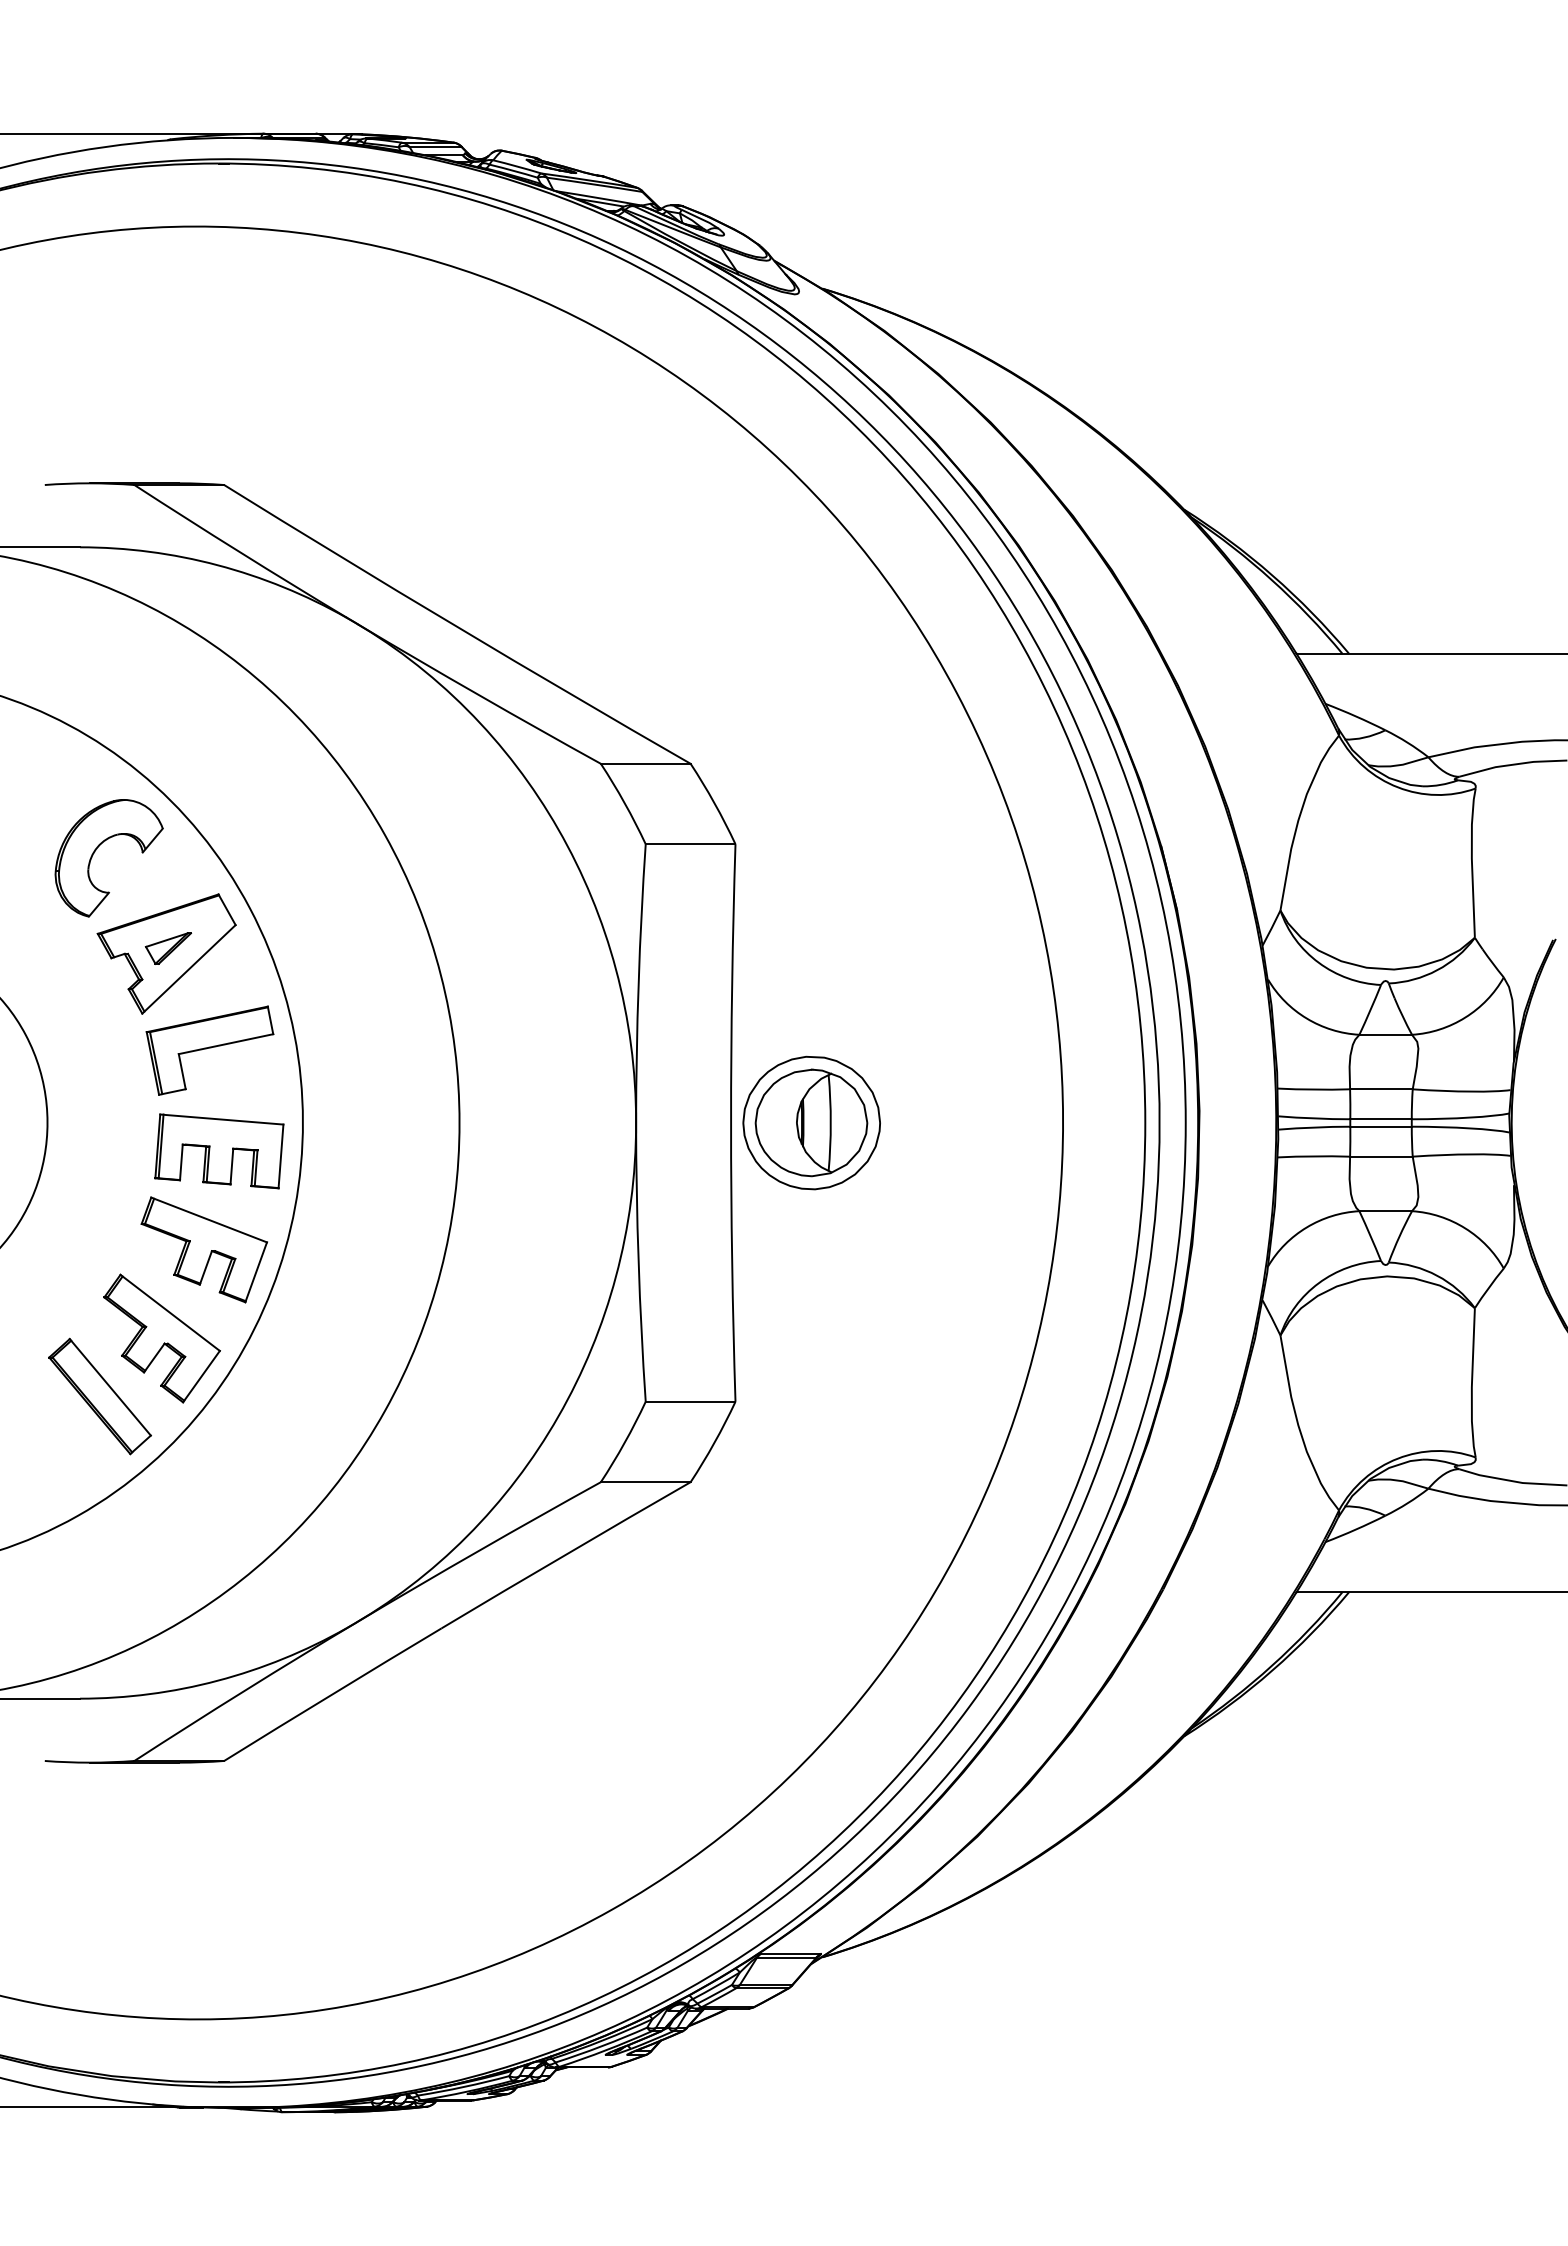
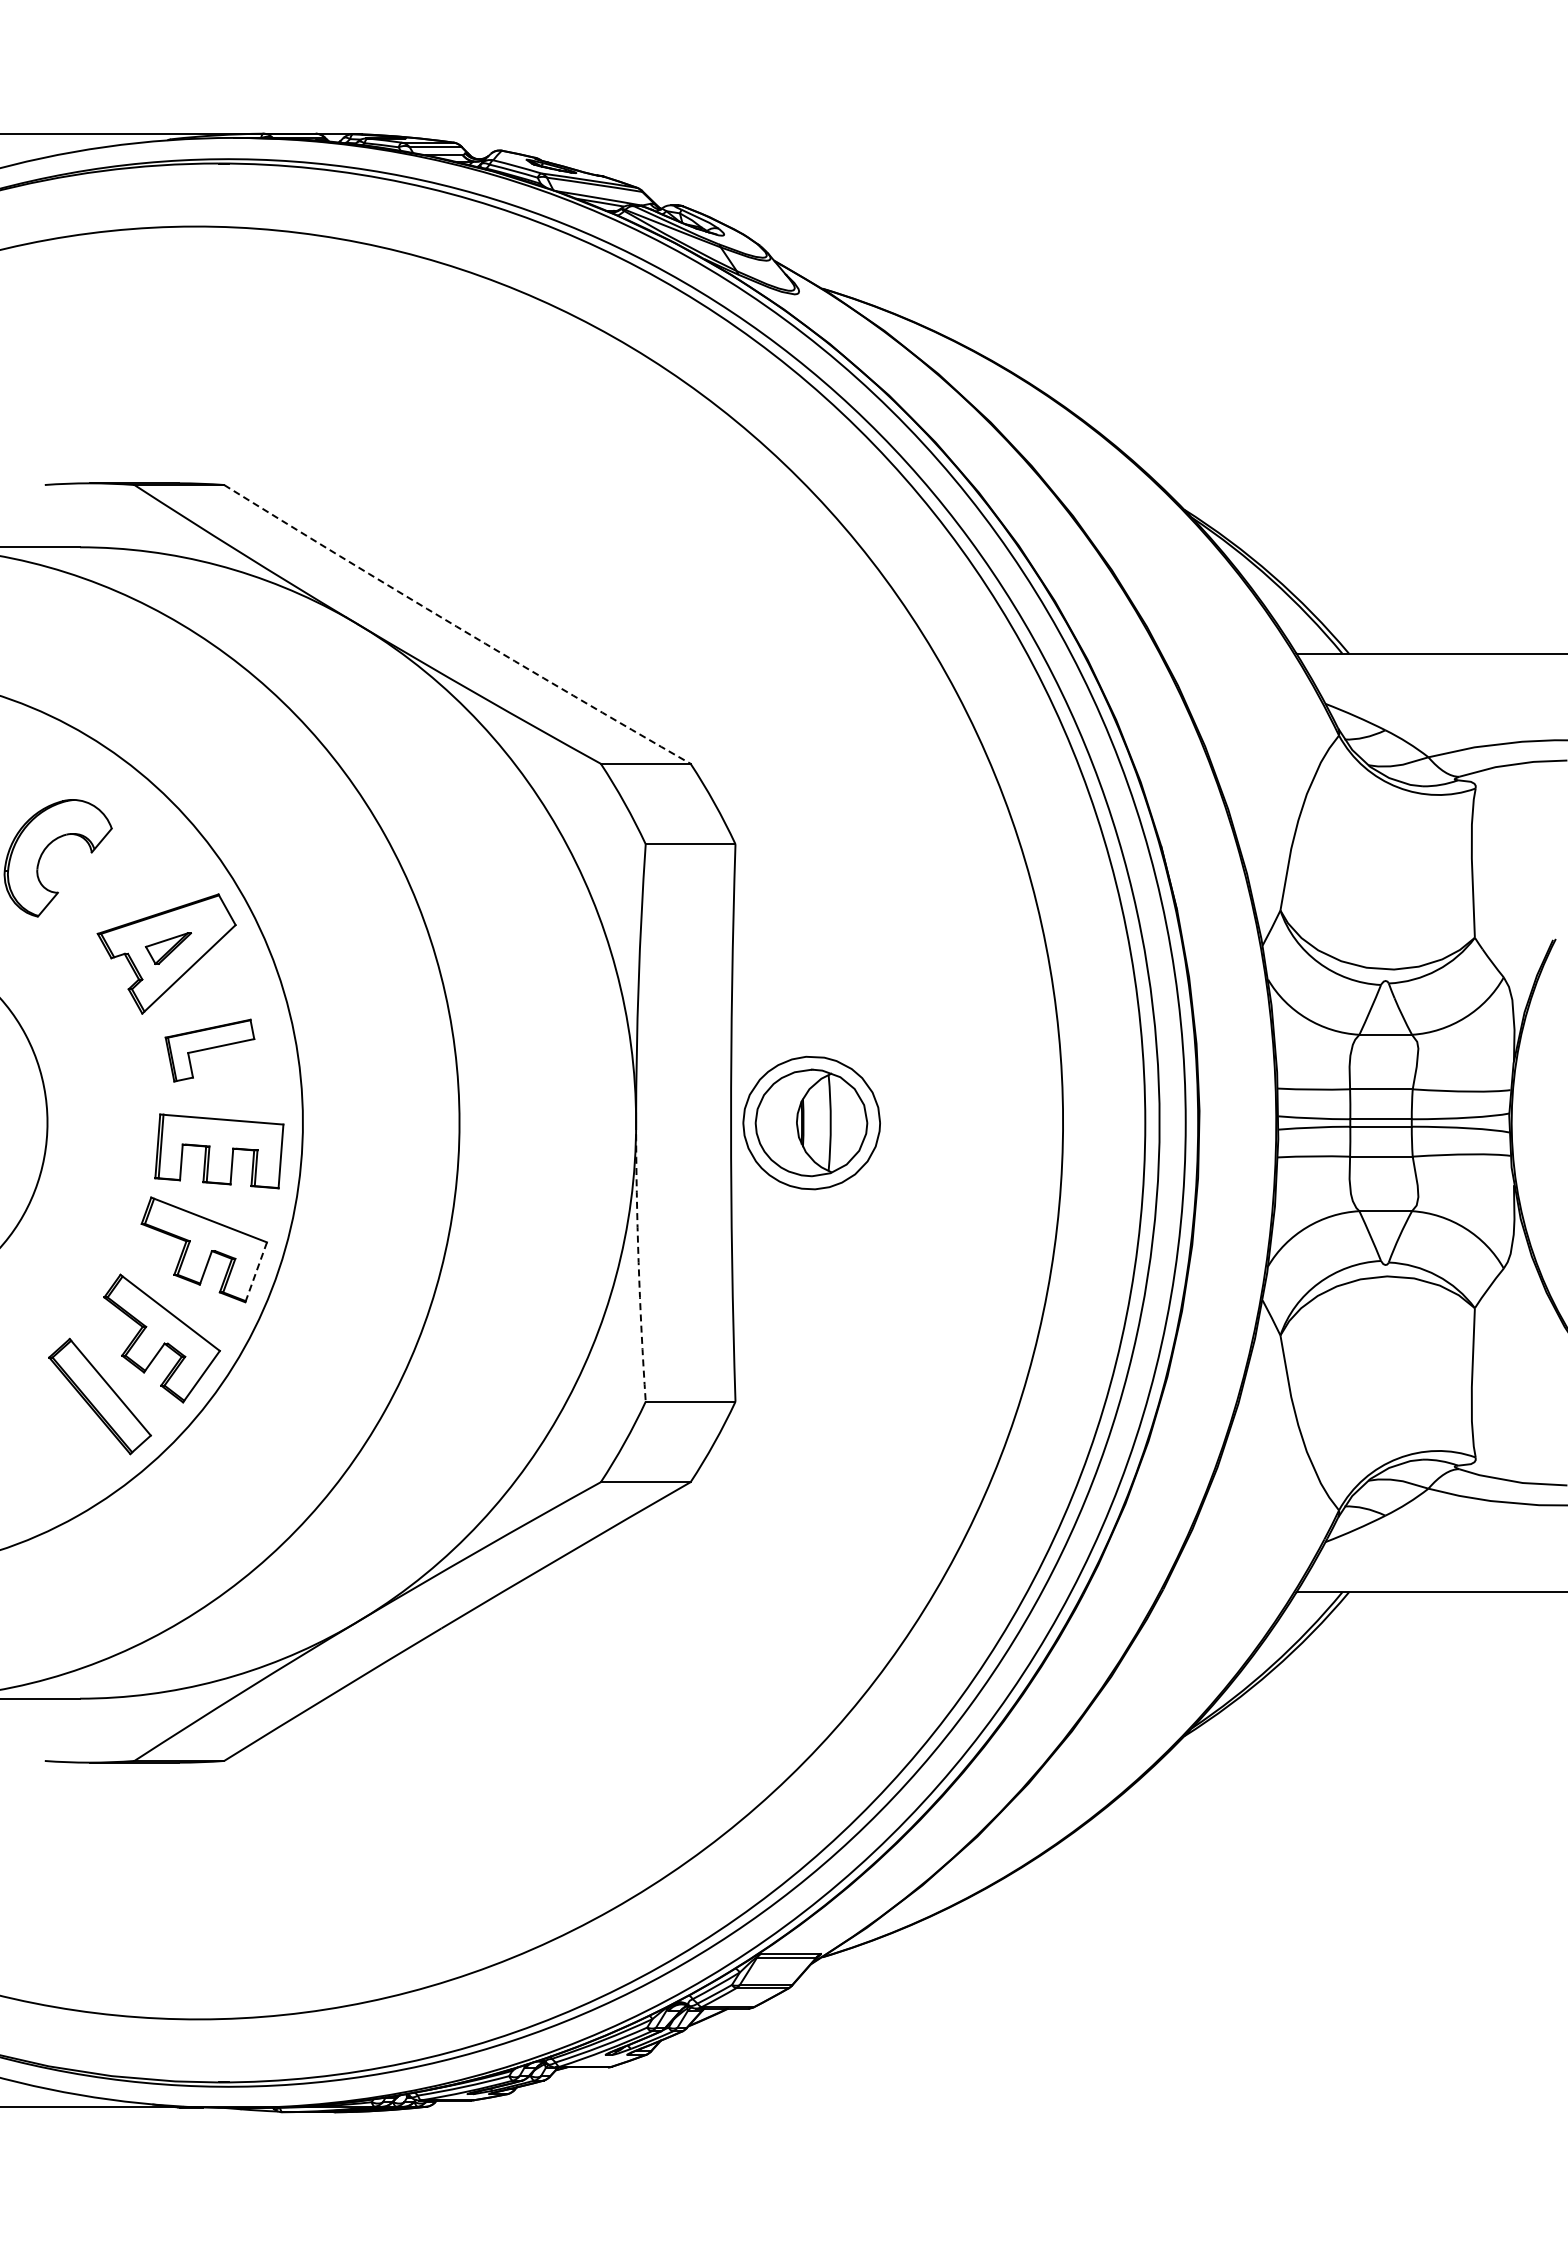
arc at (456, 626): solid -> dashed
part at (96, 850) position: (96, 850) -> (45, 850)
part at (209, 1050) size: 130x91 px -> 92x65 px
arc at (638, 1262): solid -> dashed
line at (256, 1272): solid -> dashed
